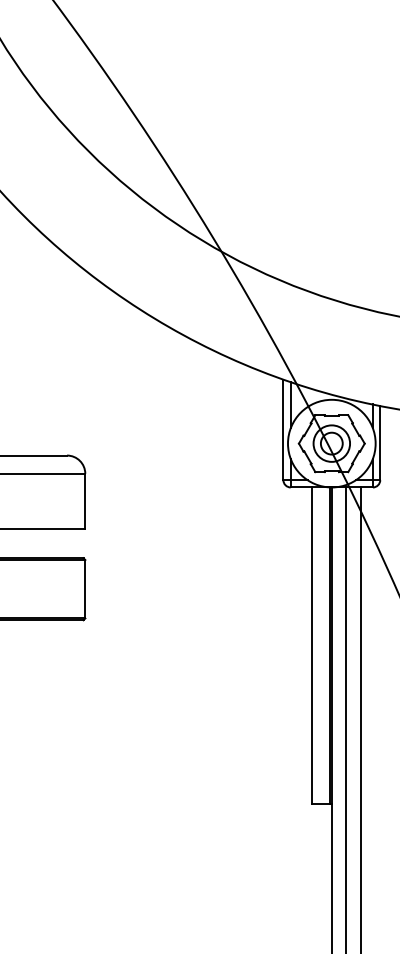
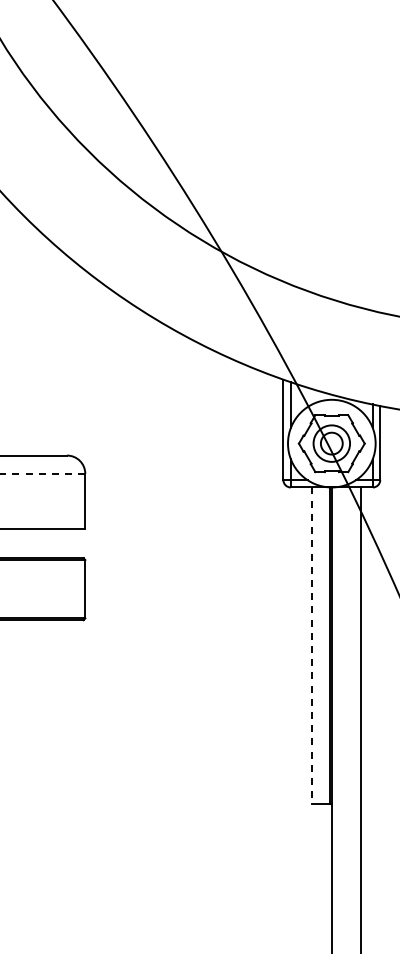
line at (42, 473): solid -> dashed
line at (311, 646): solid -> dashed
line at (346, 718): present -> none
